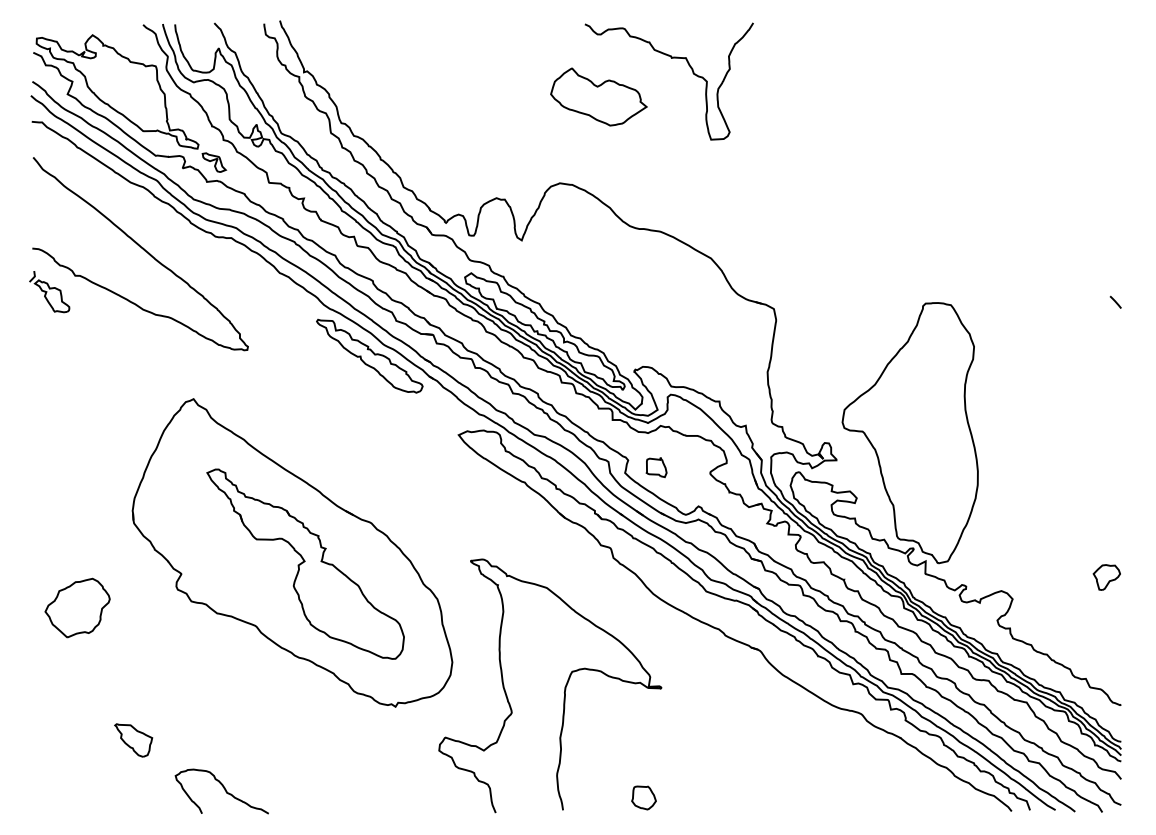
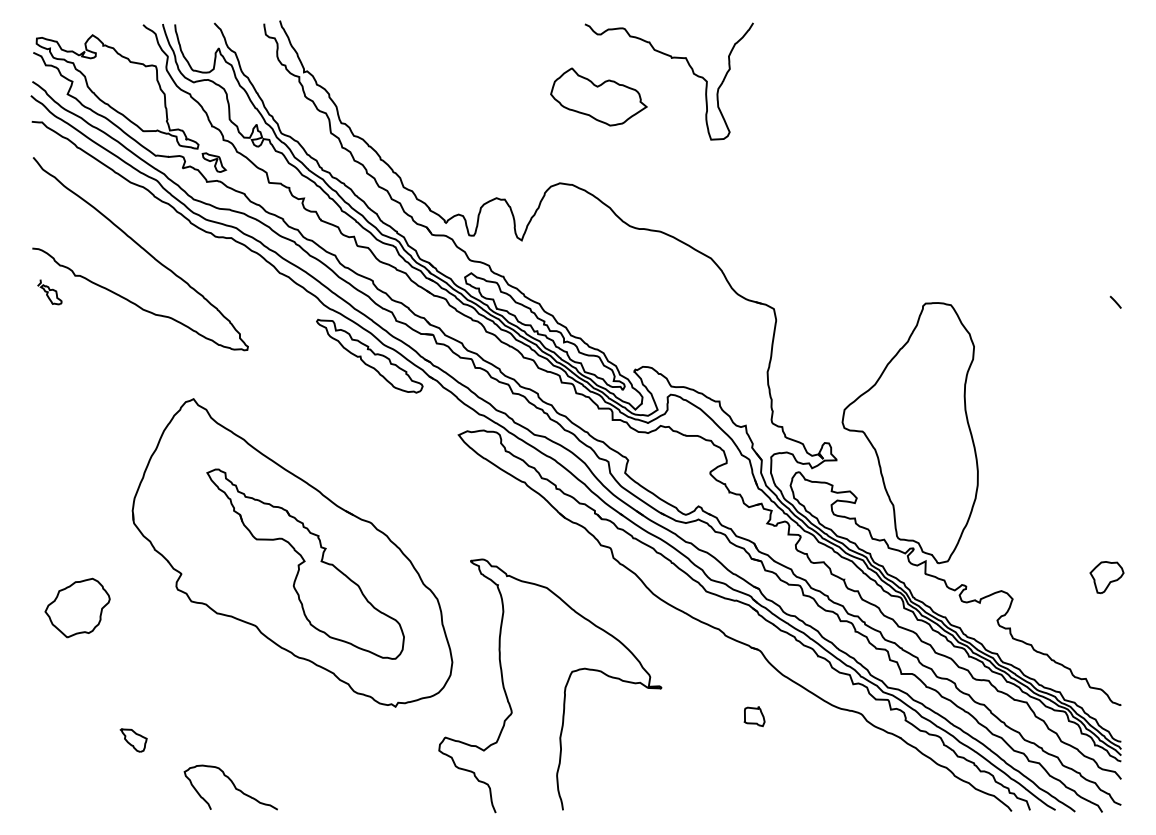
part at (49, 292) size: 42x43 px -> 26x27 px
part at (656, 467) position: (656, 467) -> (754, 716)
part at (1106, 577) size: 29x27 px -> 36x34 px
part at (133, 740) size: 40x35 px -> 29x25 px
curve at (224, 790) position: (224, 790) -> (233, 786)
part at (643, 797): present -> none
